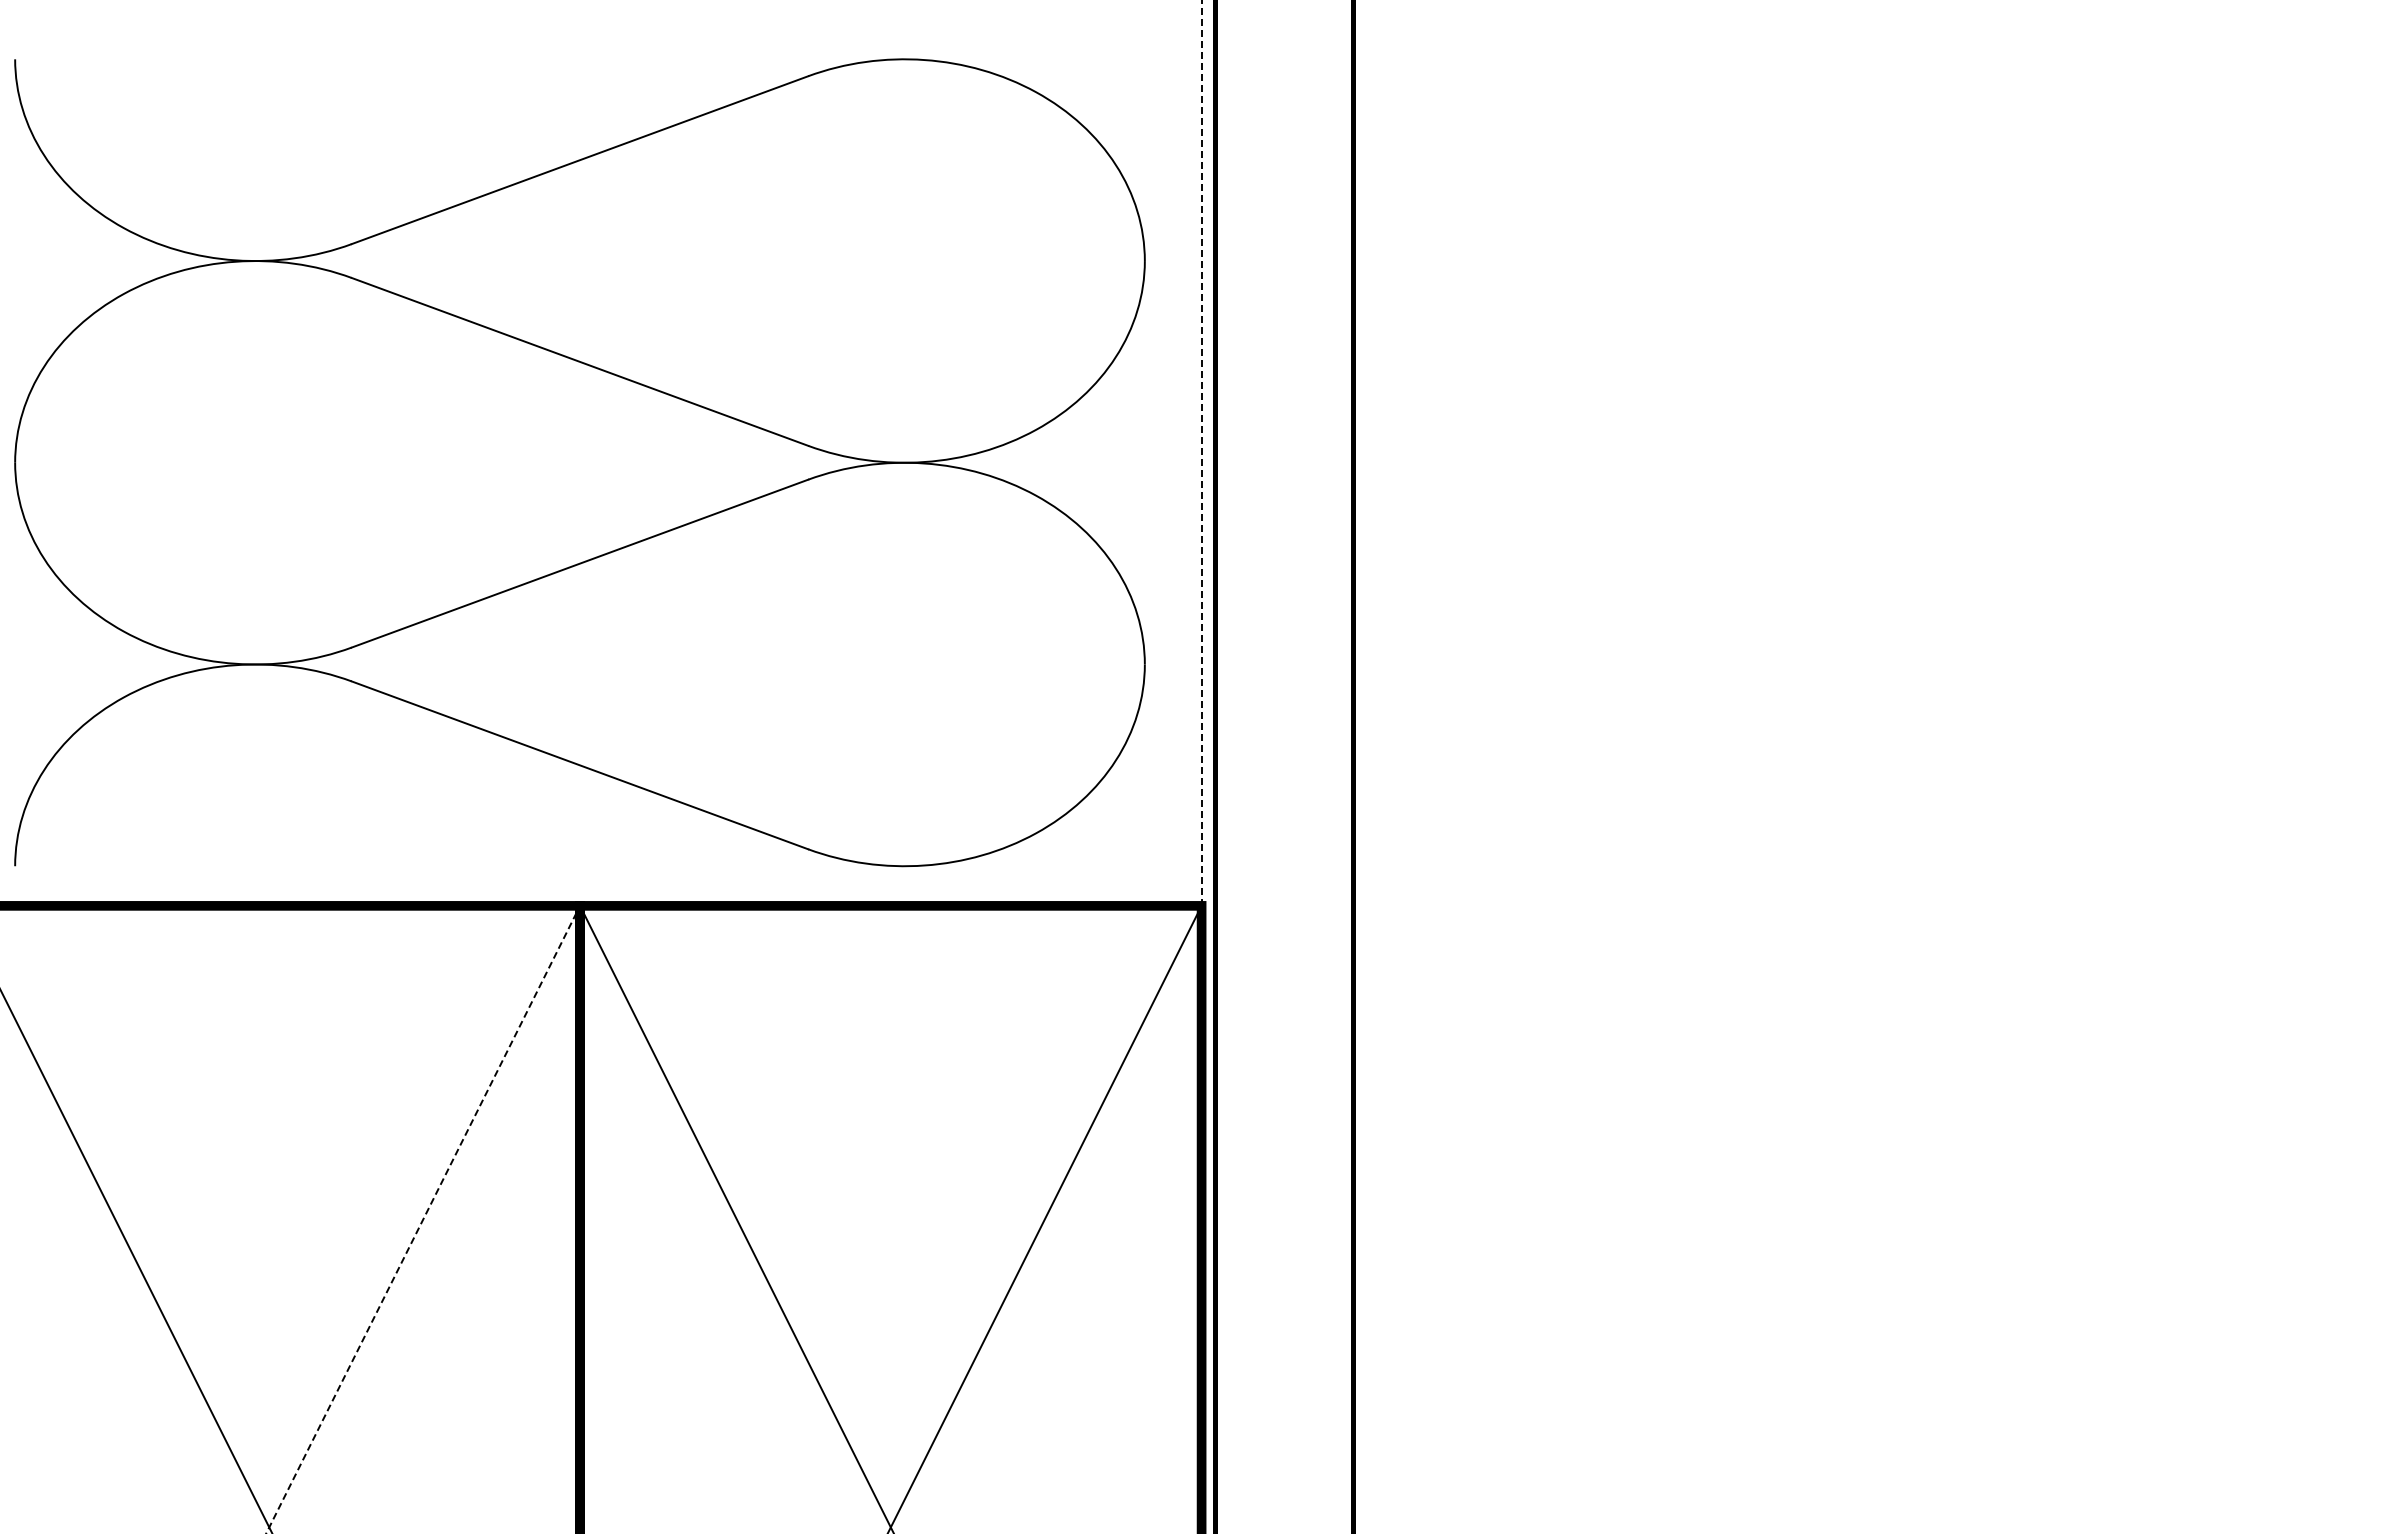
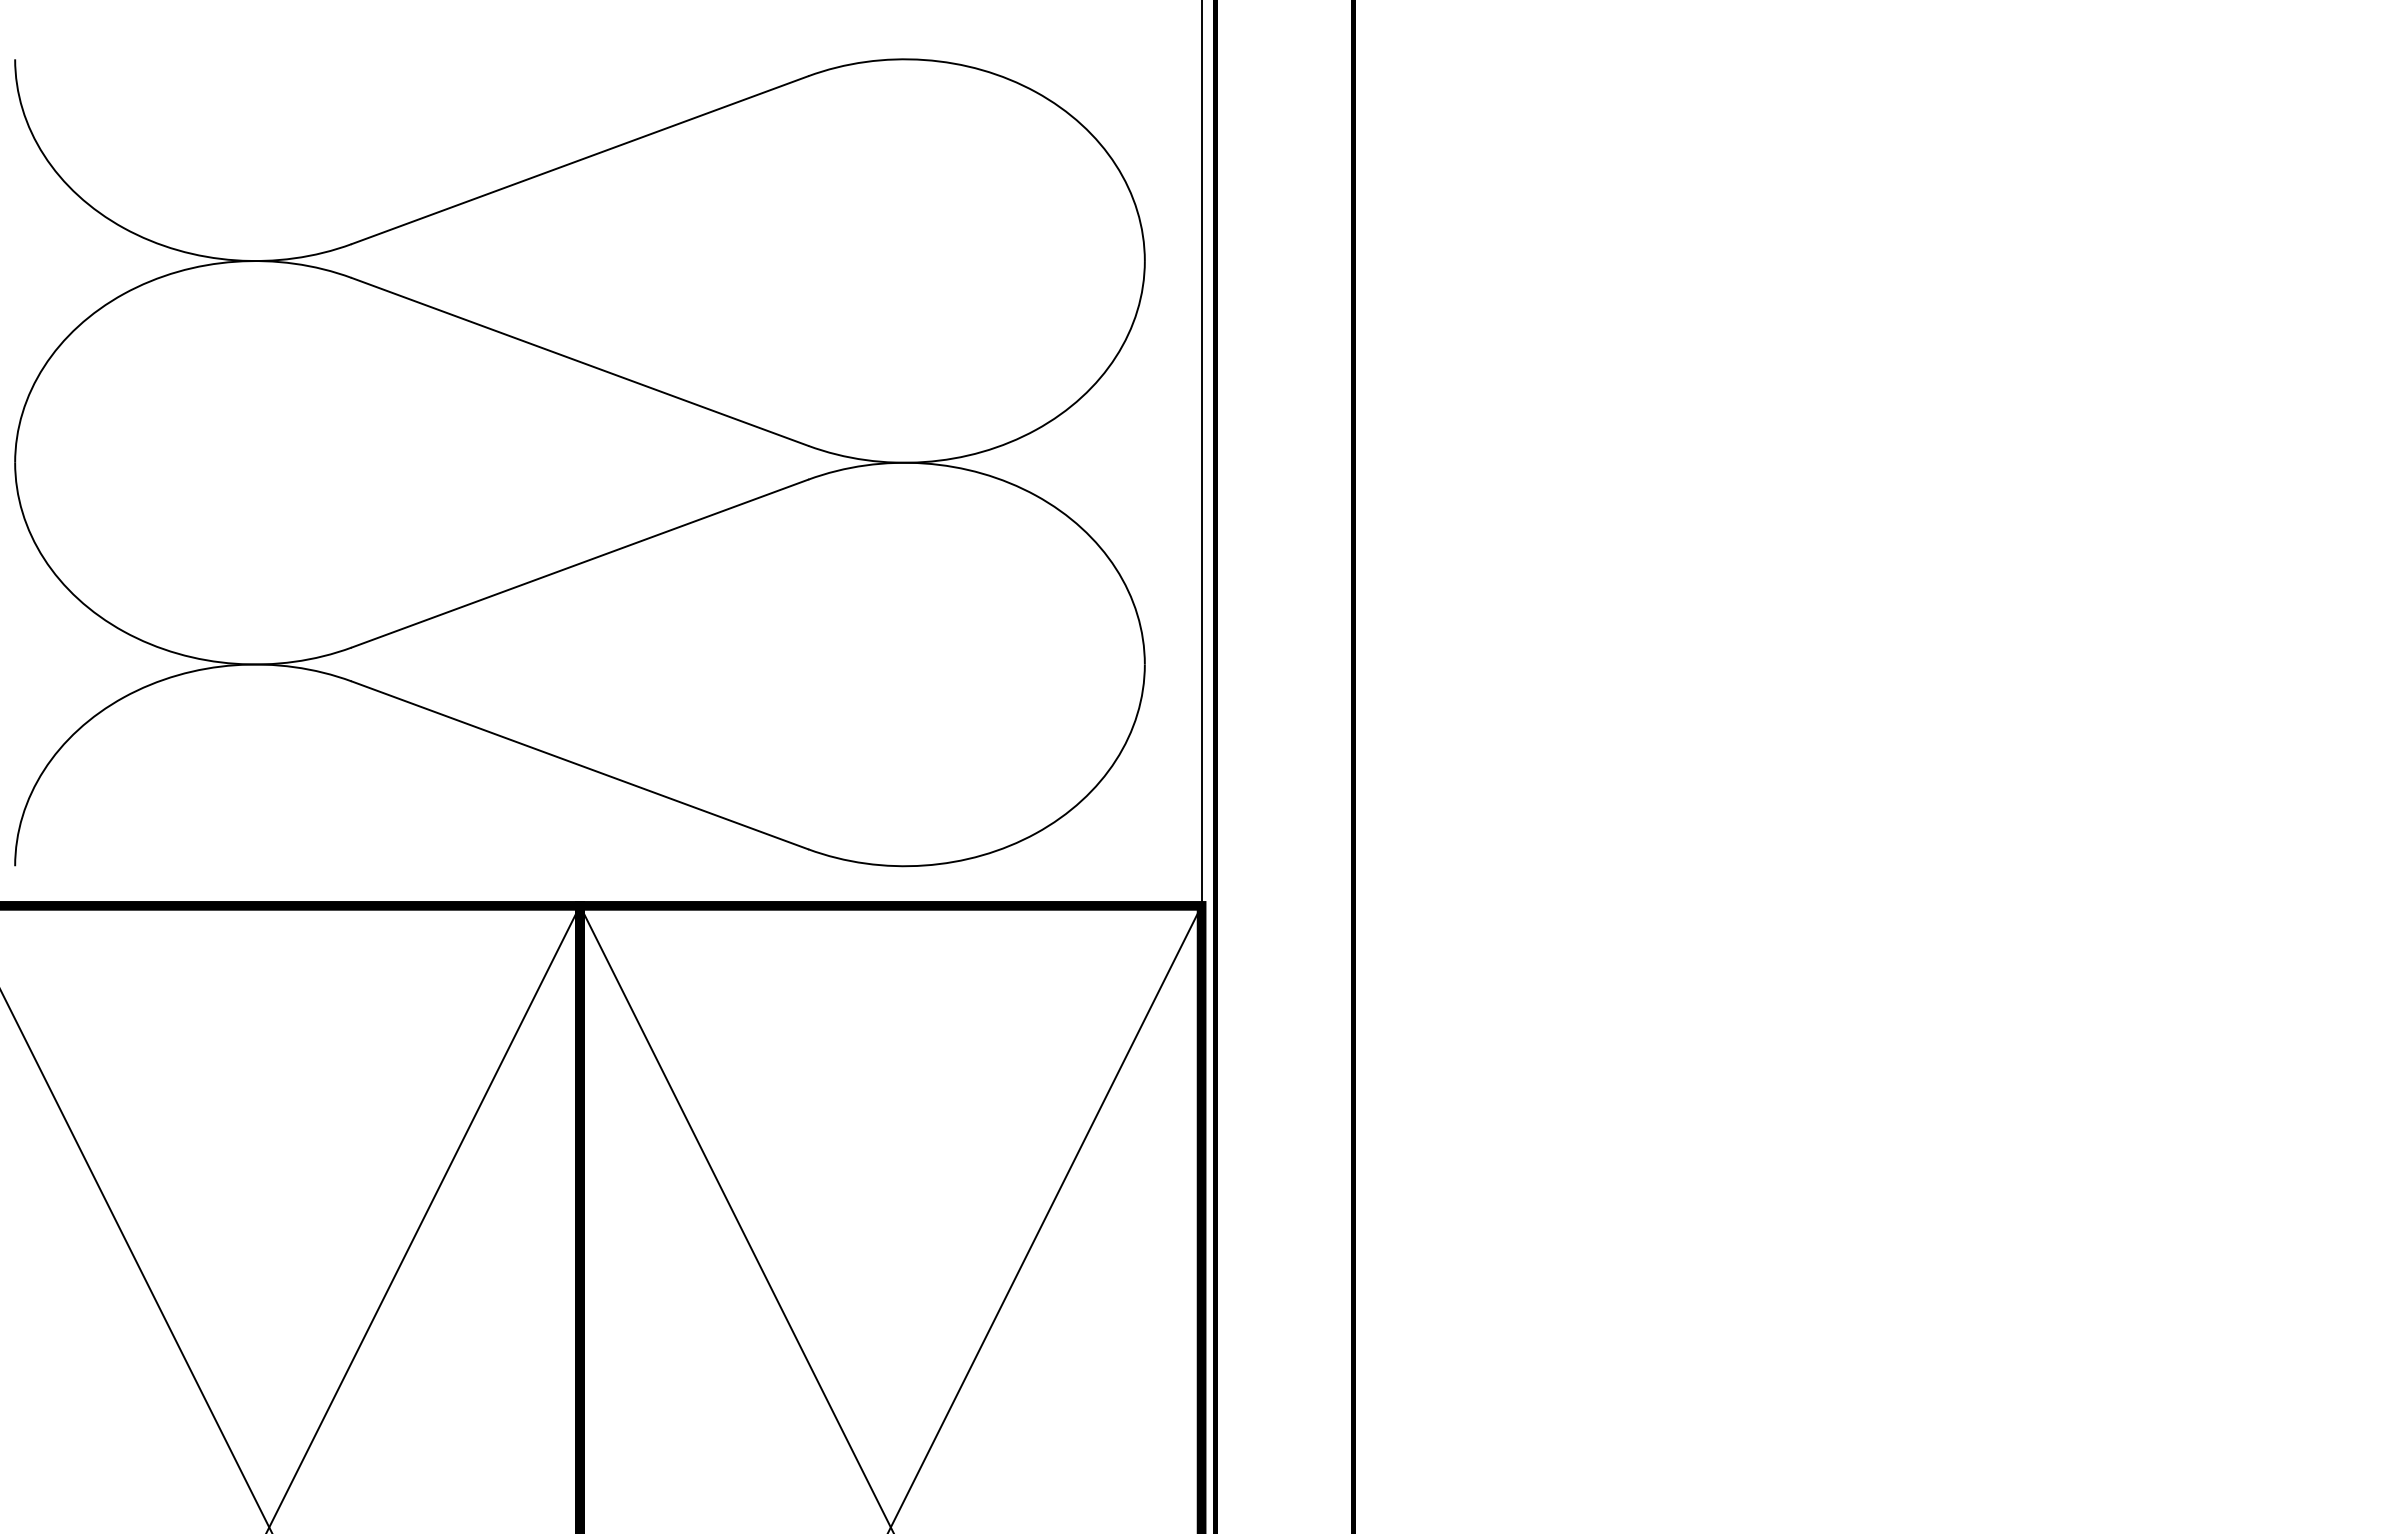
line at (1201, 453): dashed -> solid
line at (423, 1219): dashed -> solid
